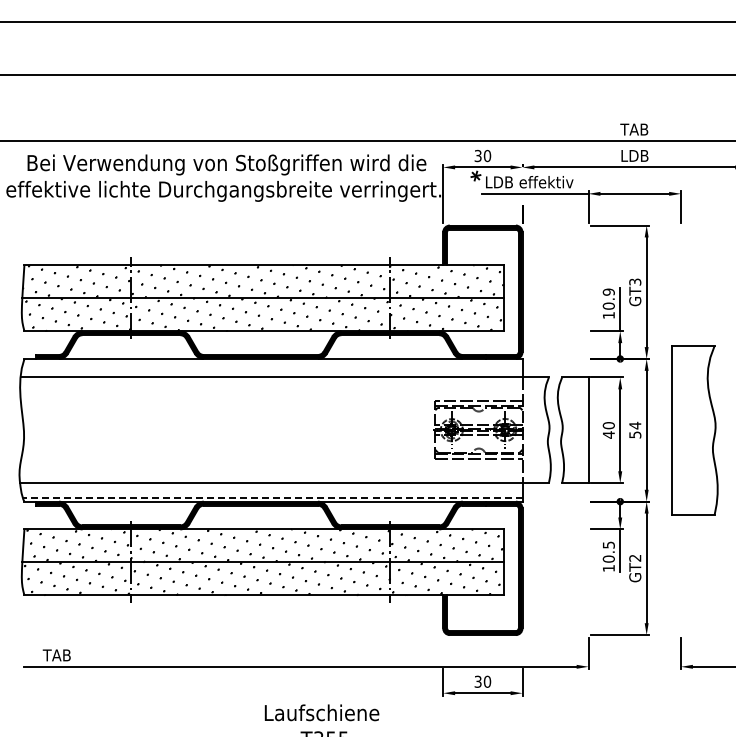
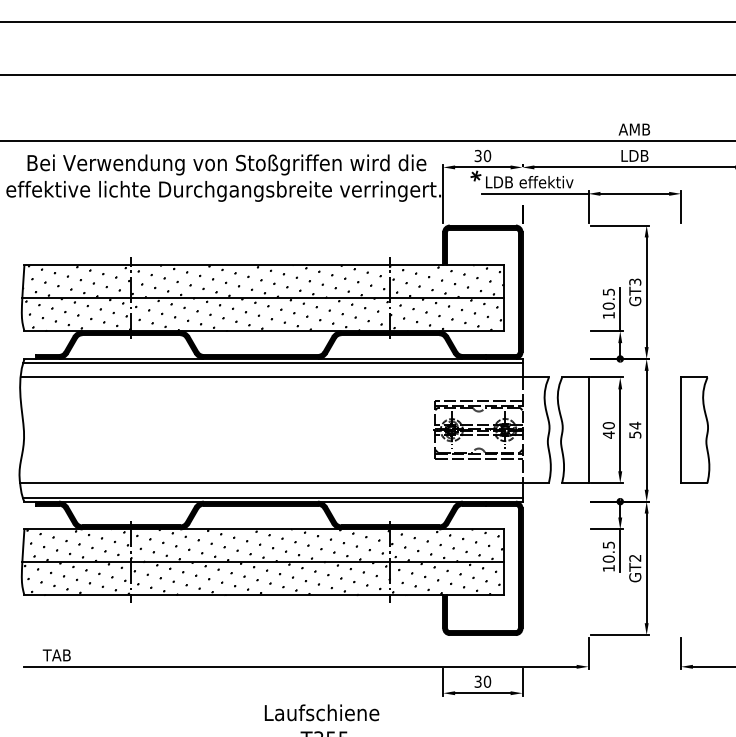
text at (634, 129): TAB -> AMB
text at (608, 291): 10.9 -> 10.5
line at (272, 362): none -> present
part at (694, 430) size: 48x171 px -> 31x108 px
line at (272, 497): dashed -> solid
